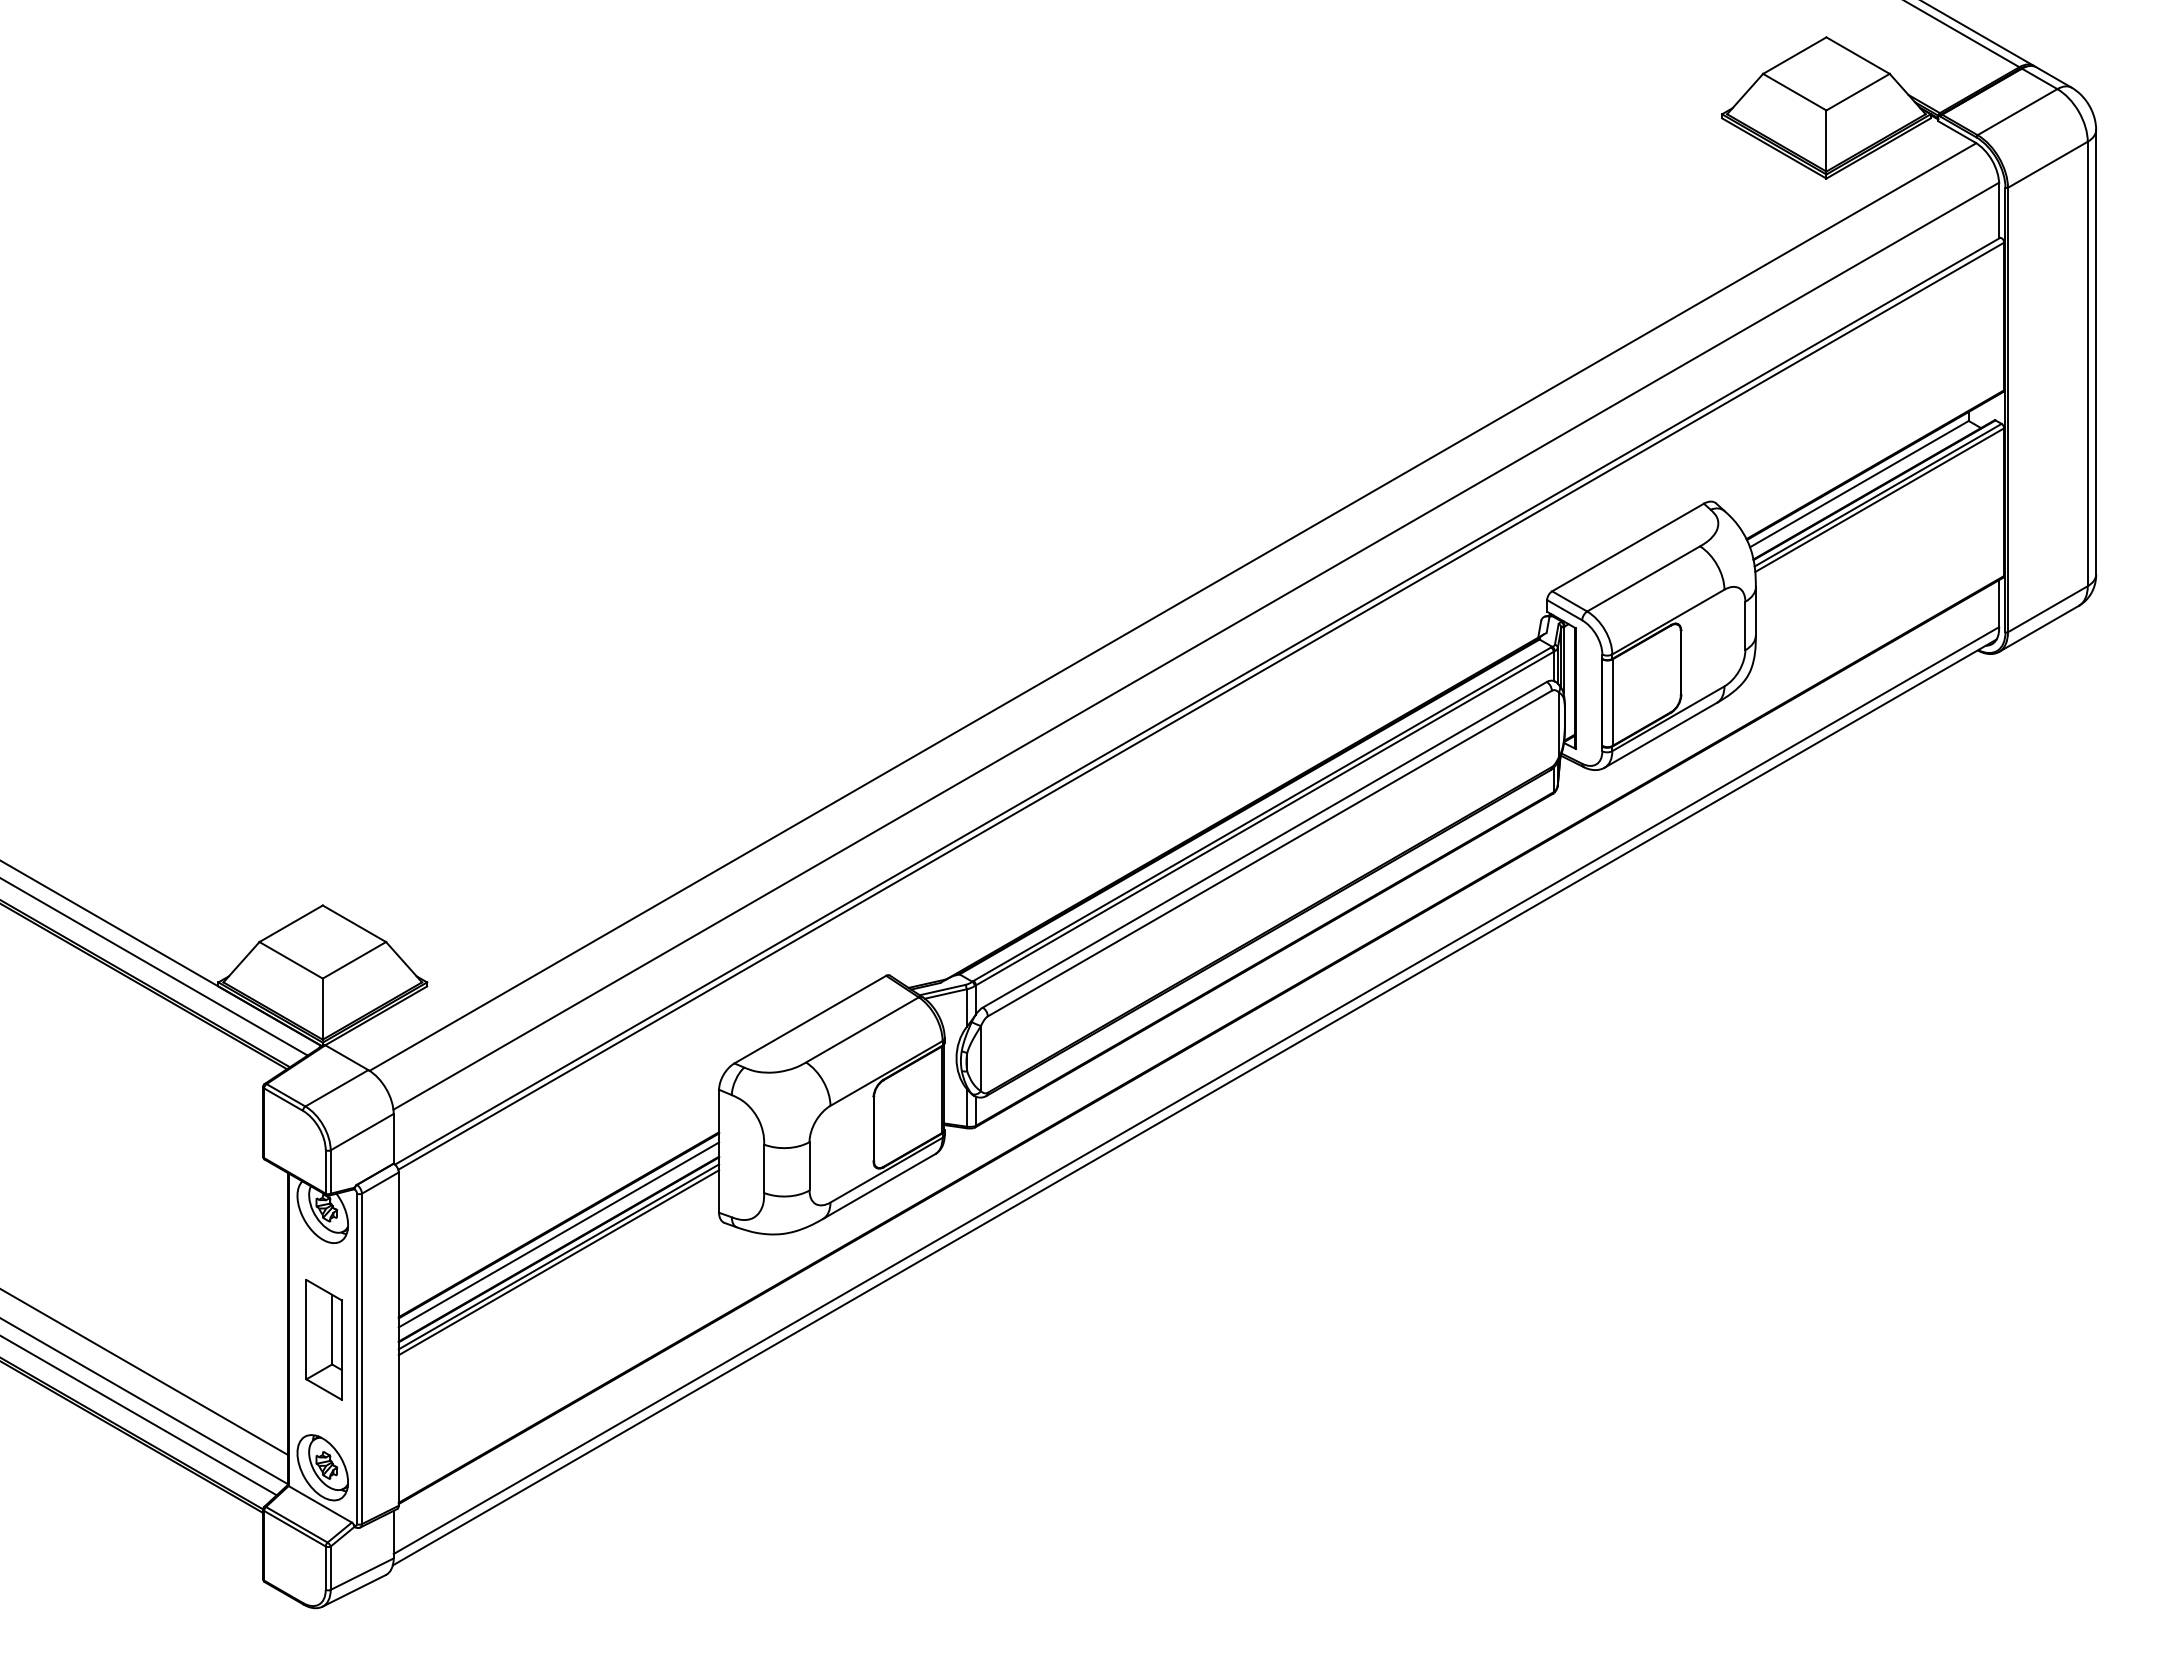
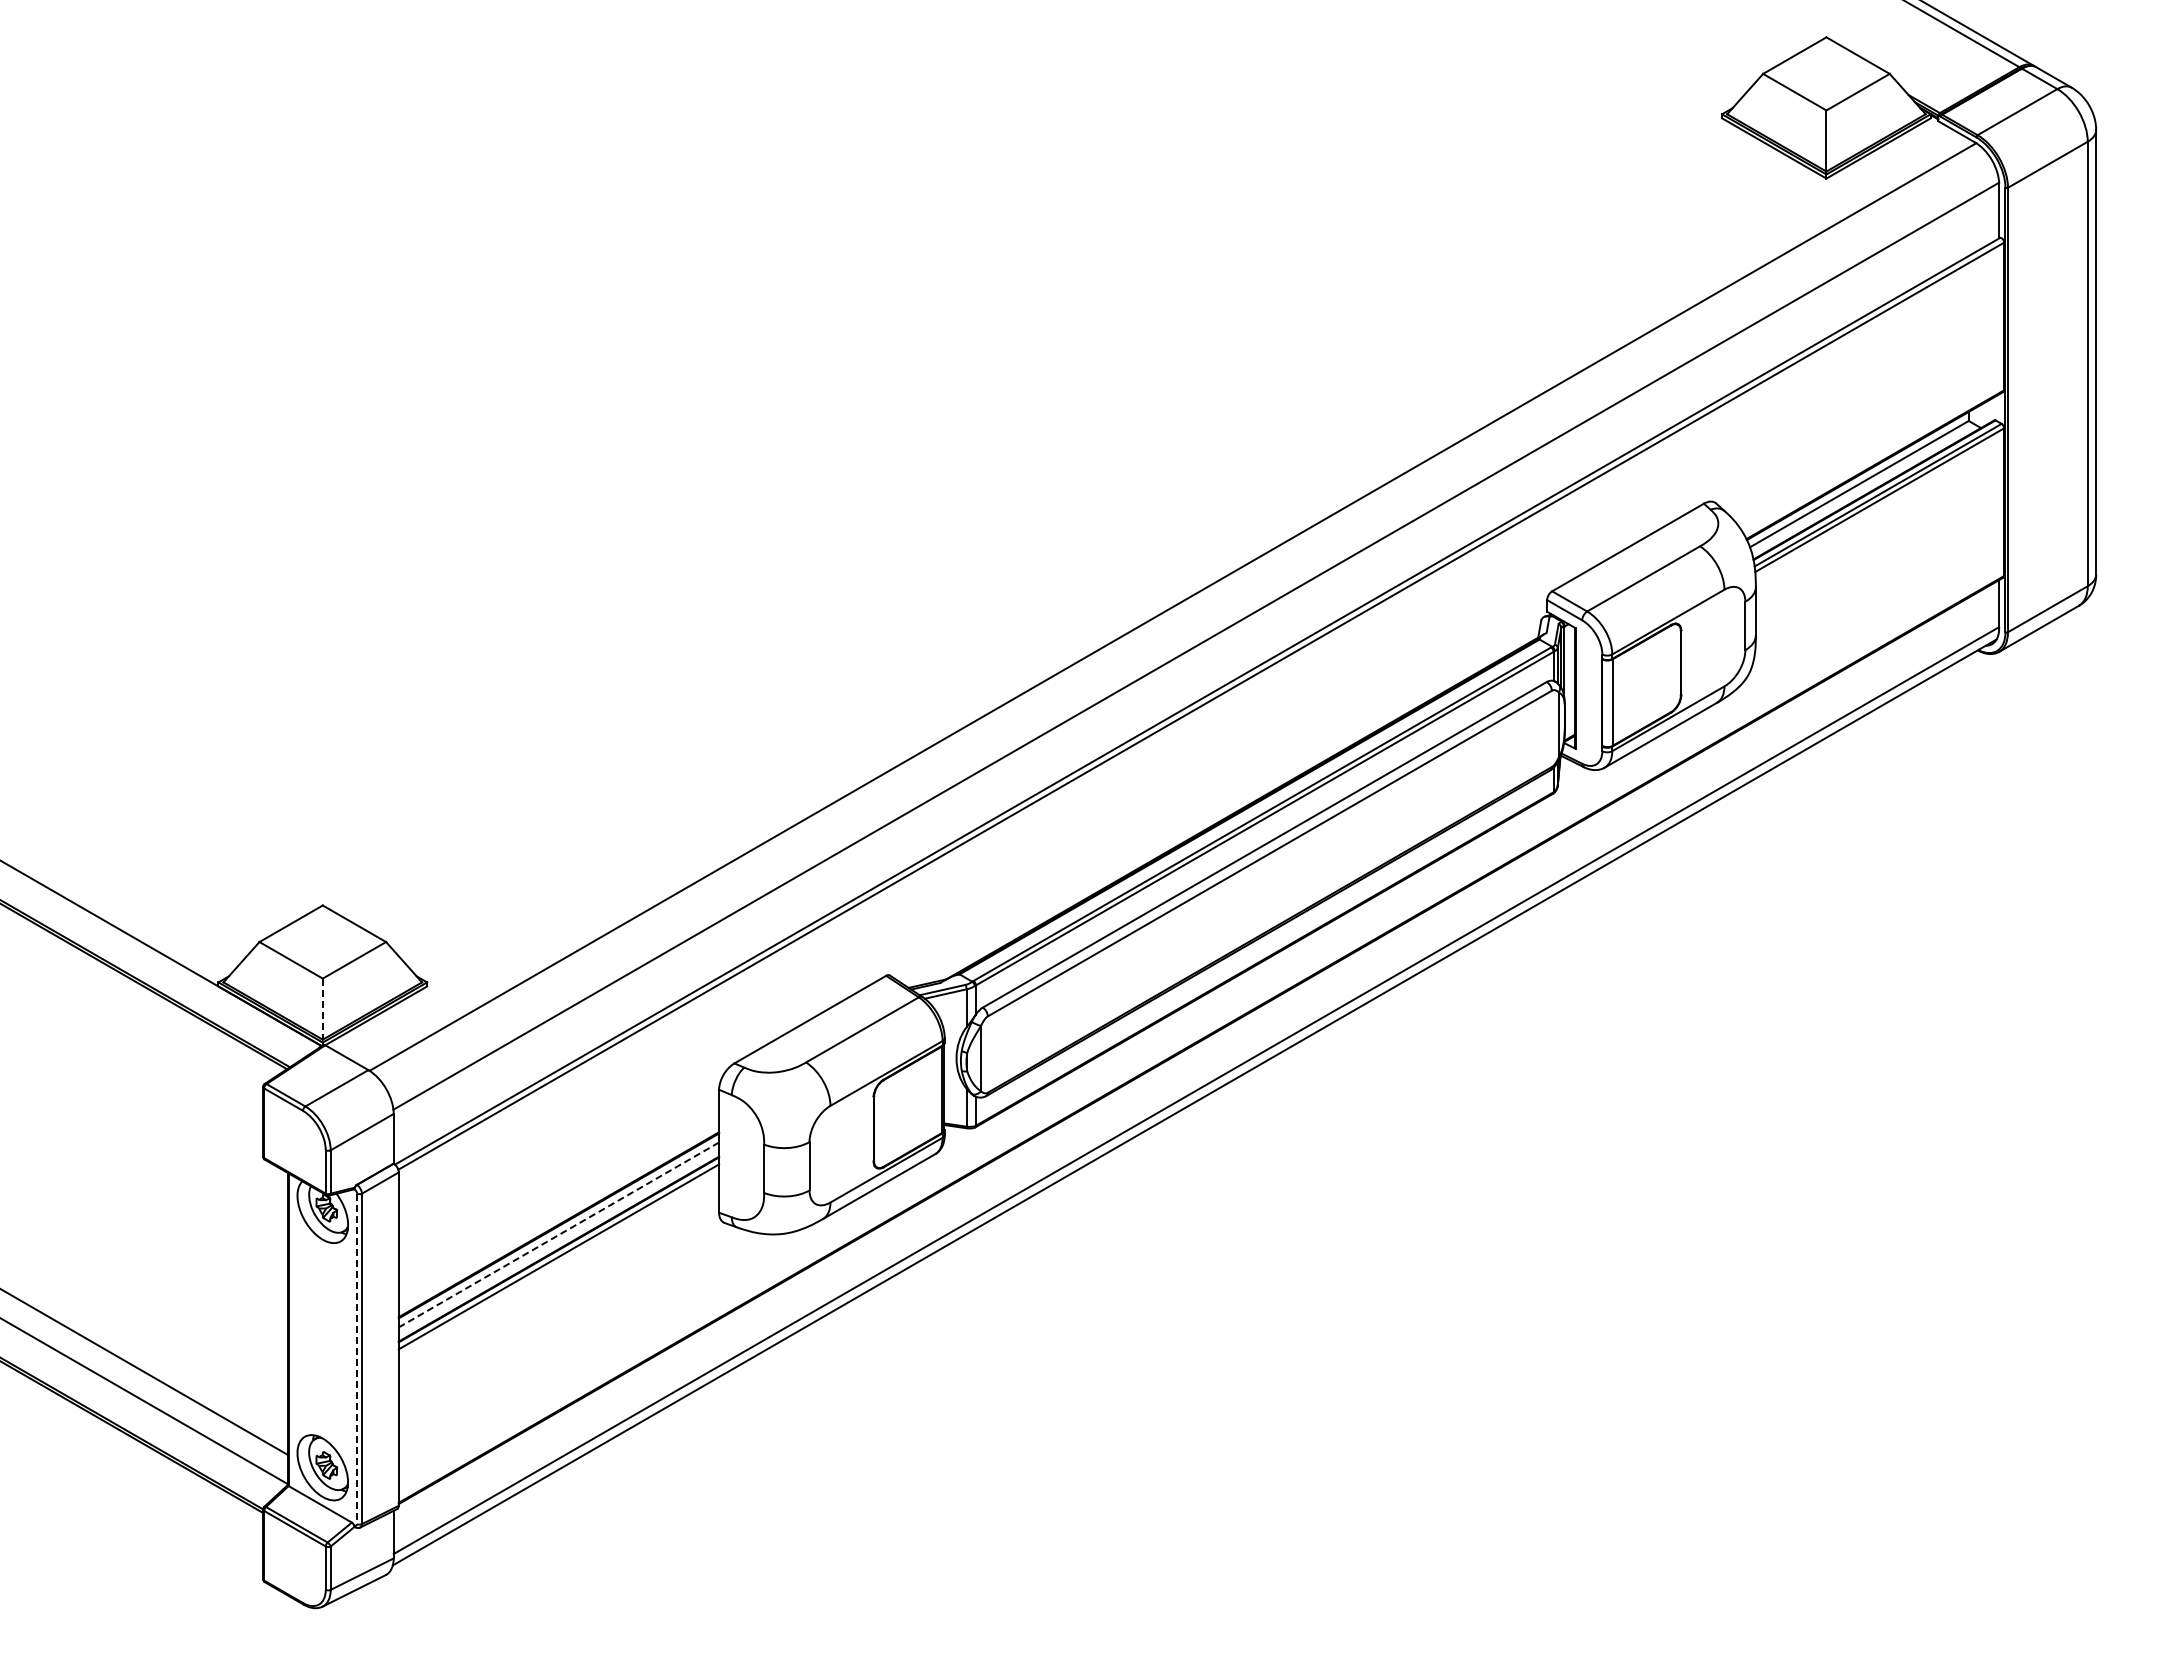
line at (154, 967): present -> none
line at (322, 1009): solid -> dashed
line at (558, 1234): solid -> dashed
line at (558, 1262): present -> none
part at (323, 1339): present -> none
line at (357, 1359): solid -> dashed
line at (139, 1415): present -> none
